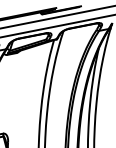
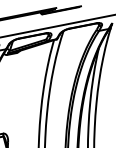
line at (57, 17): present -> none
